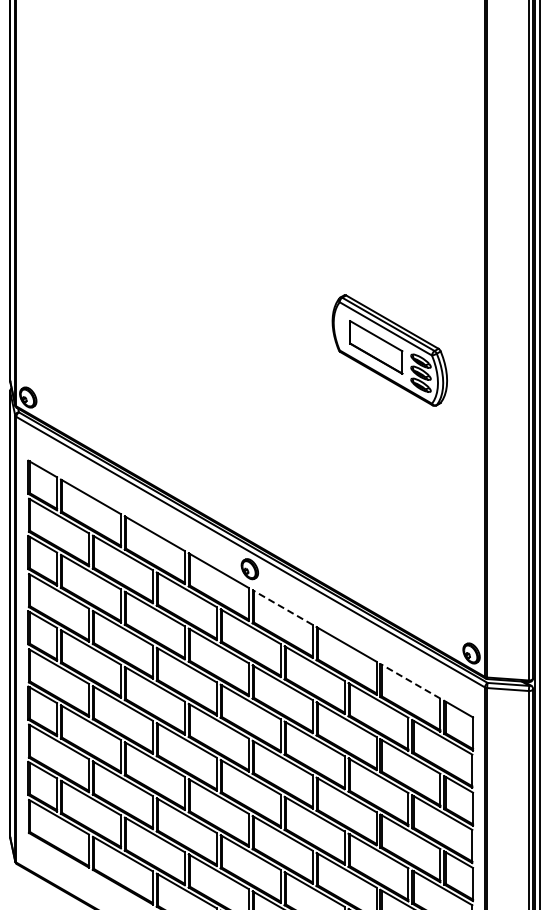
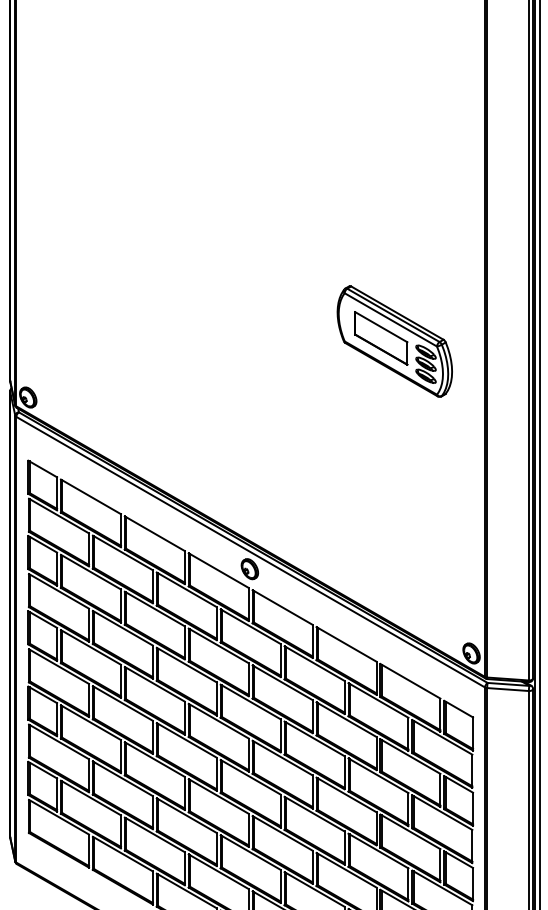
part at (389, 350) position: (389, 350) -> (394, 341)
line at (282, 607): dashed -> solid
line at (410, 681): dashed -> solid
